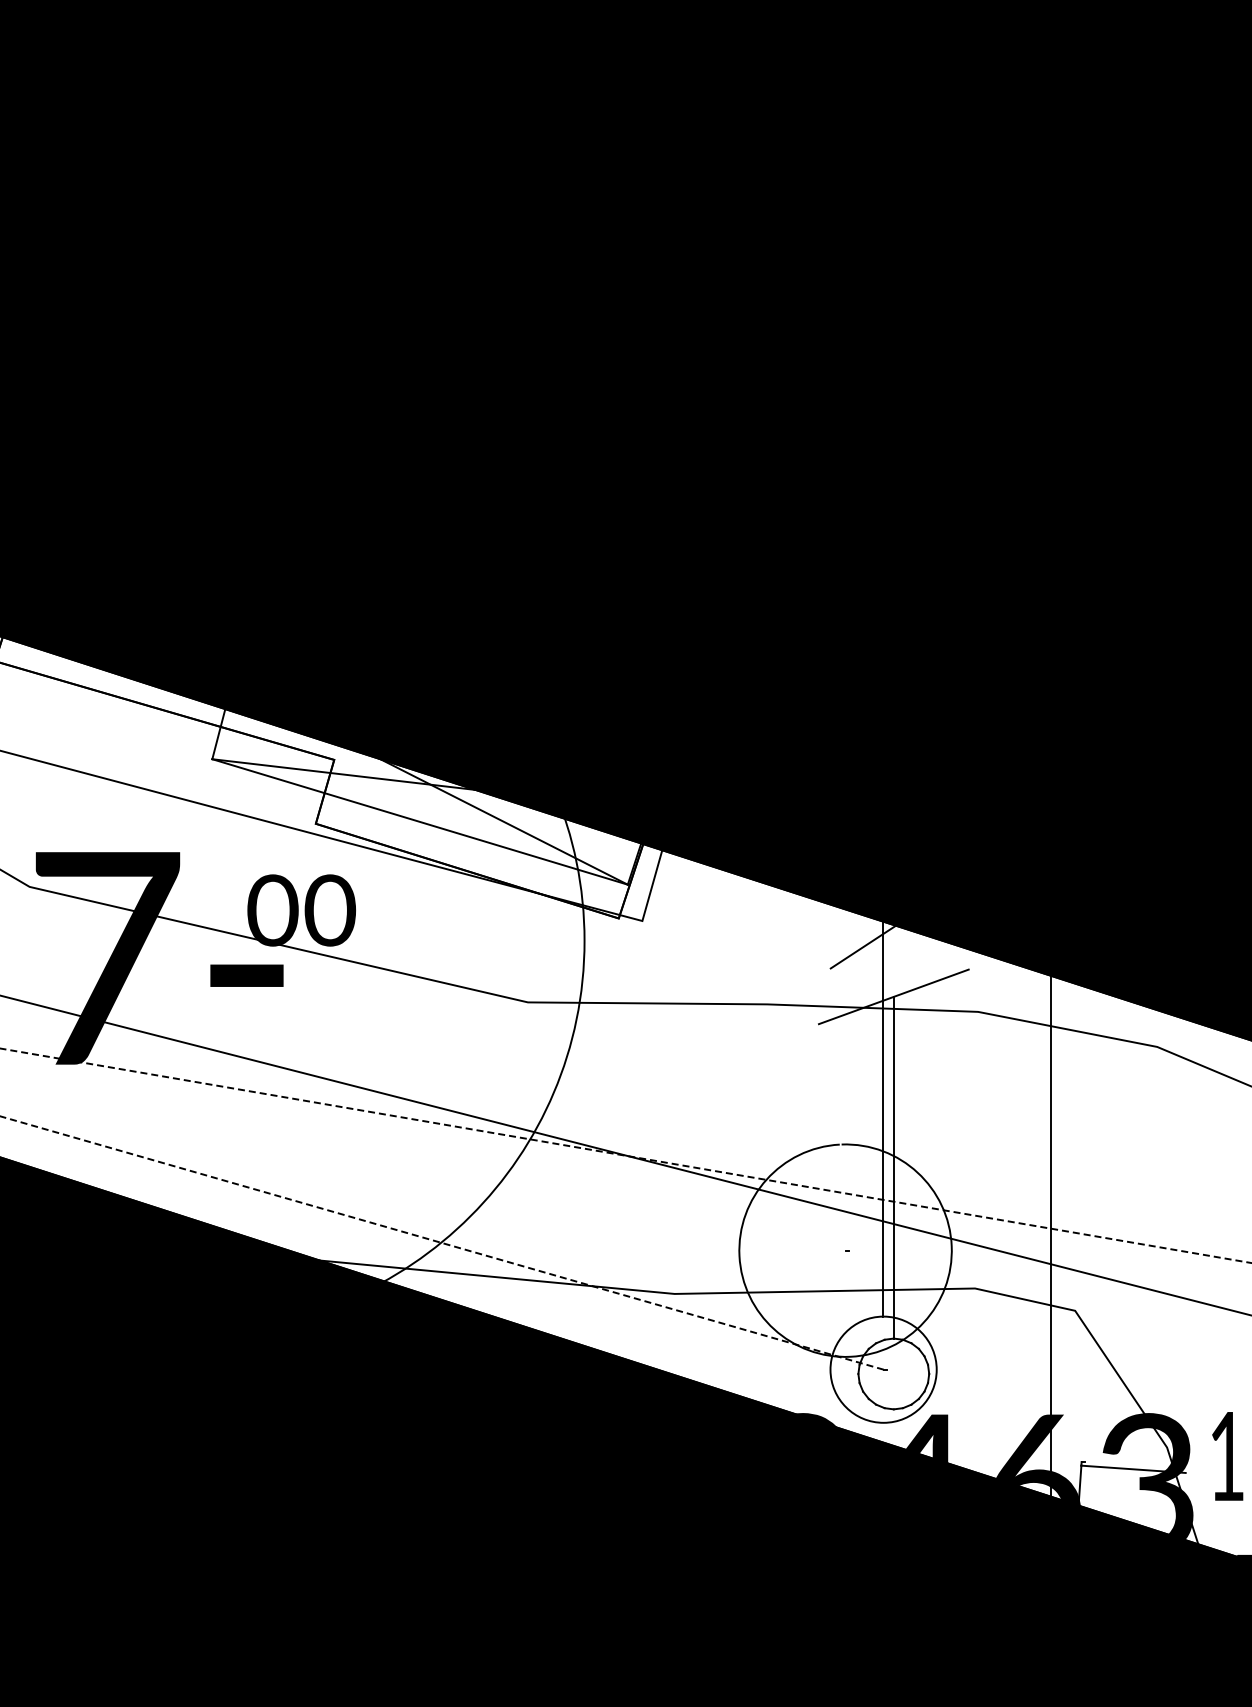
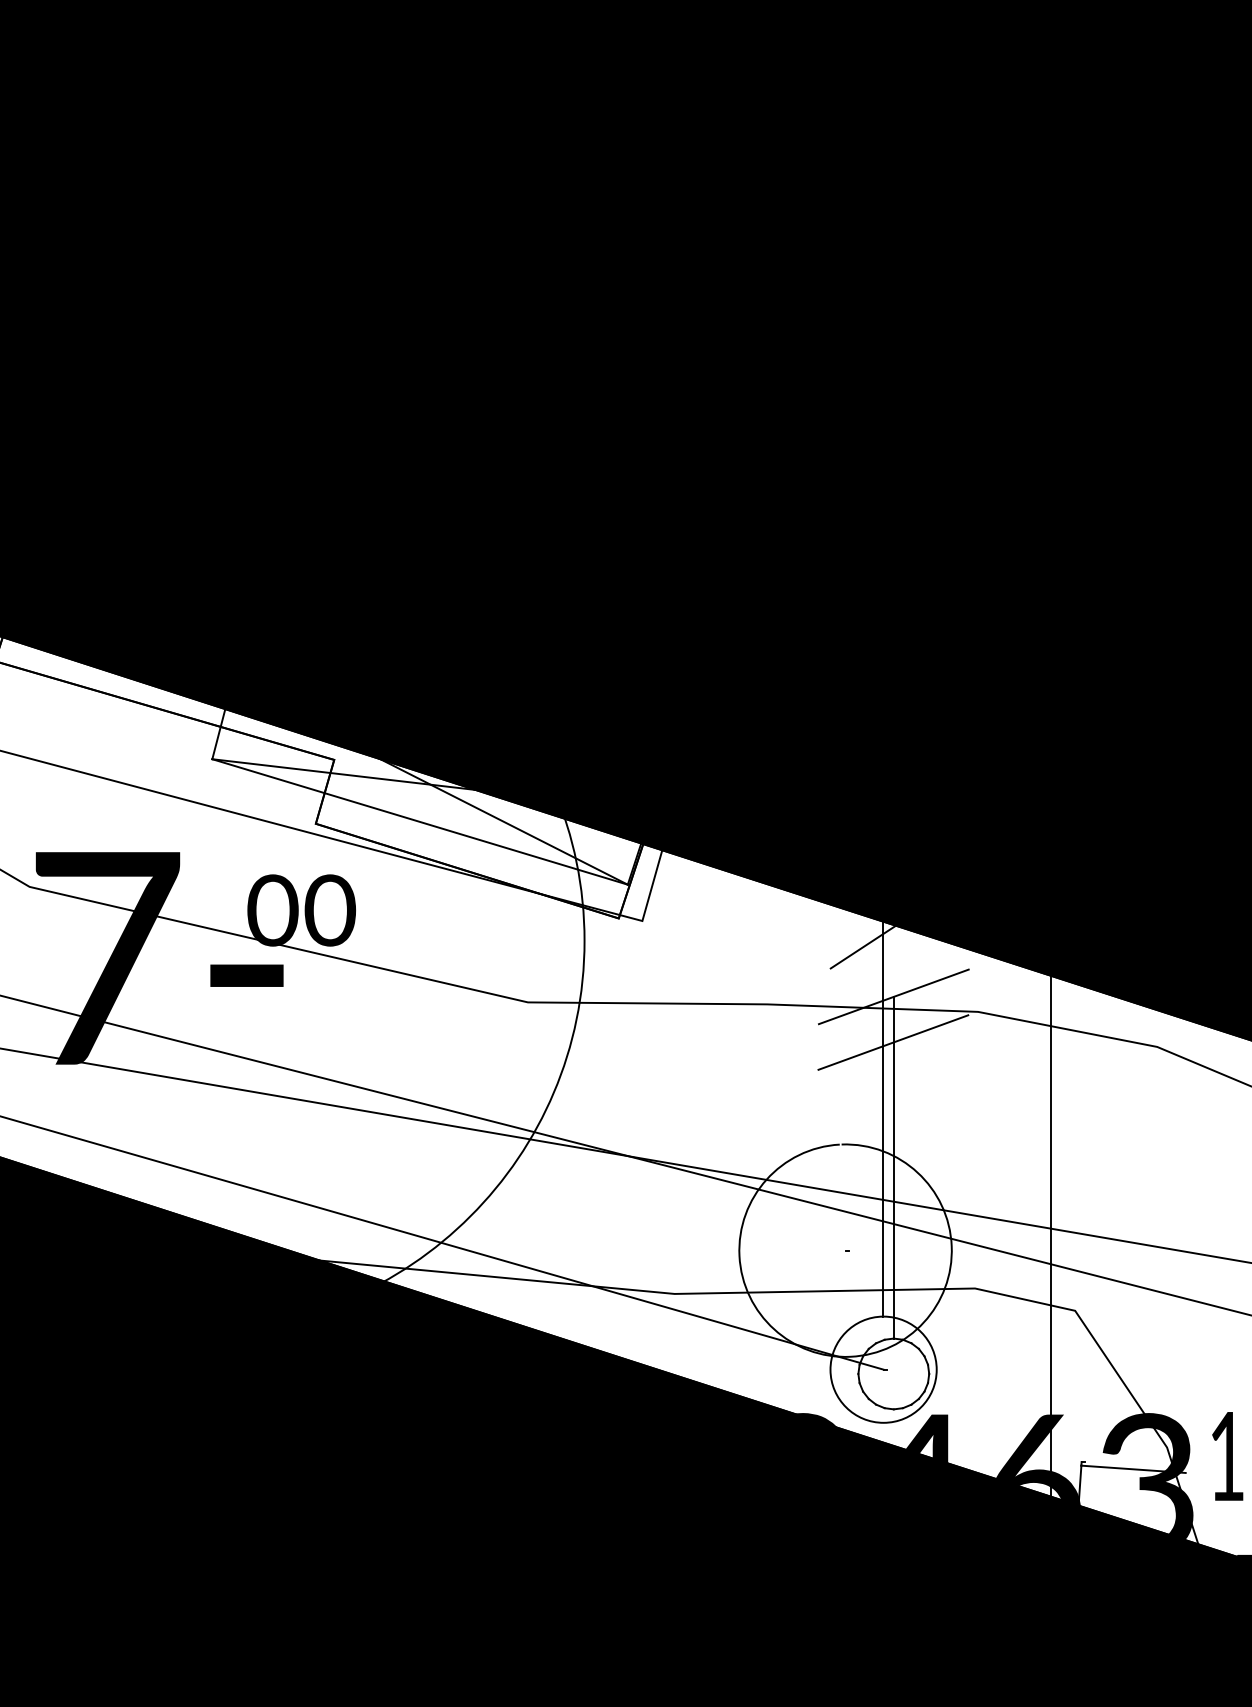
line at (893, 1042): none -> present
line at (625, 1155): dashed -> solid
line at (441, 1242): dashed -> solid
